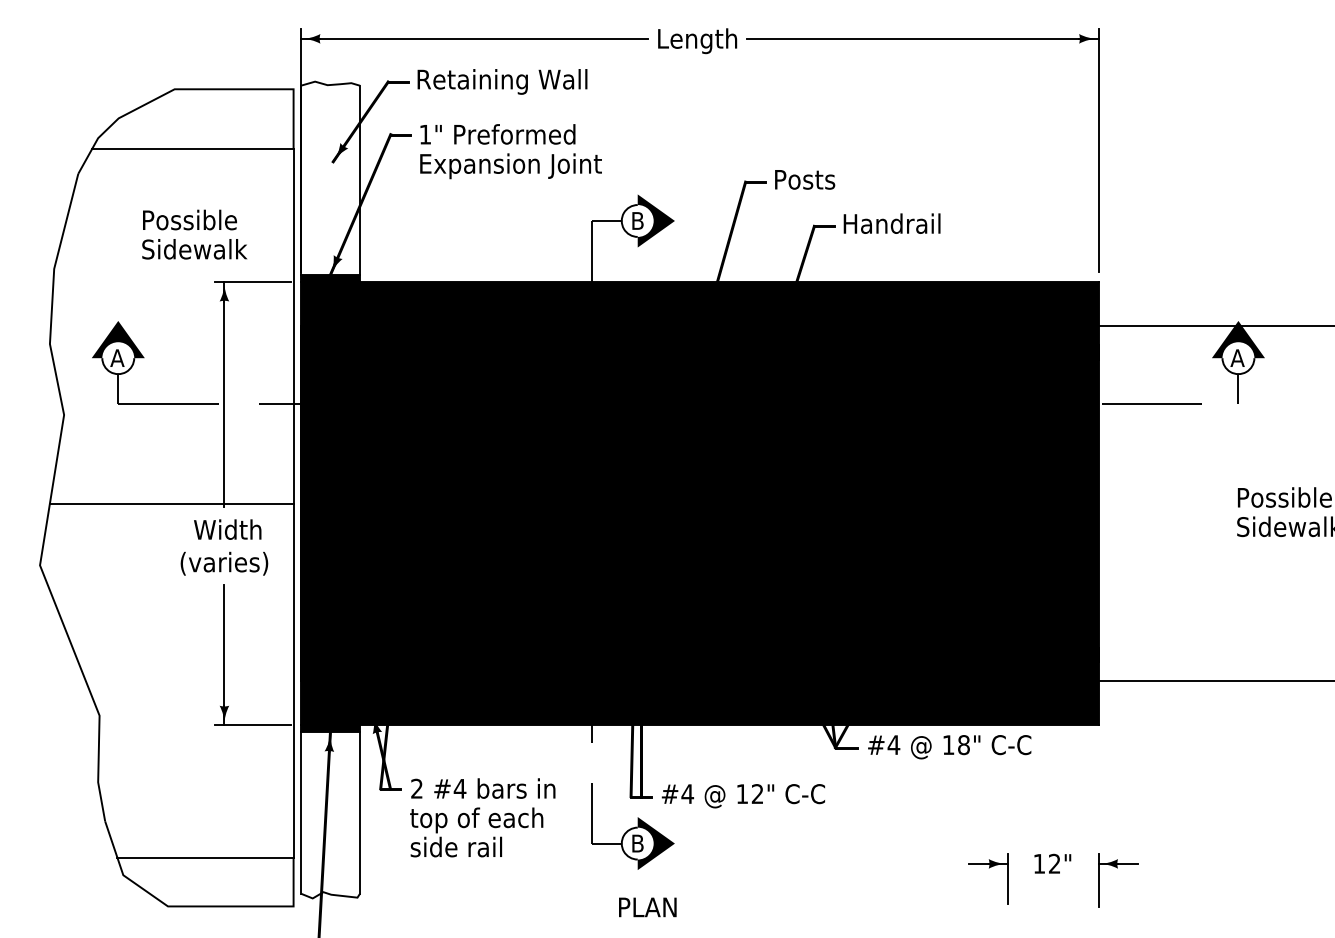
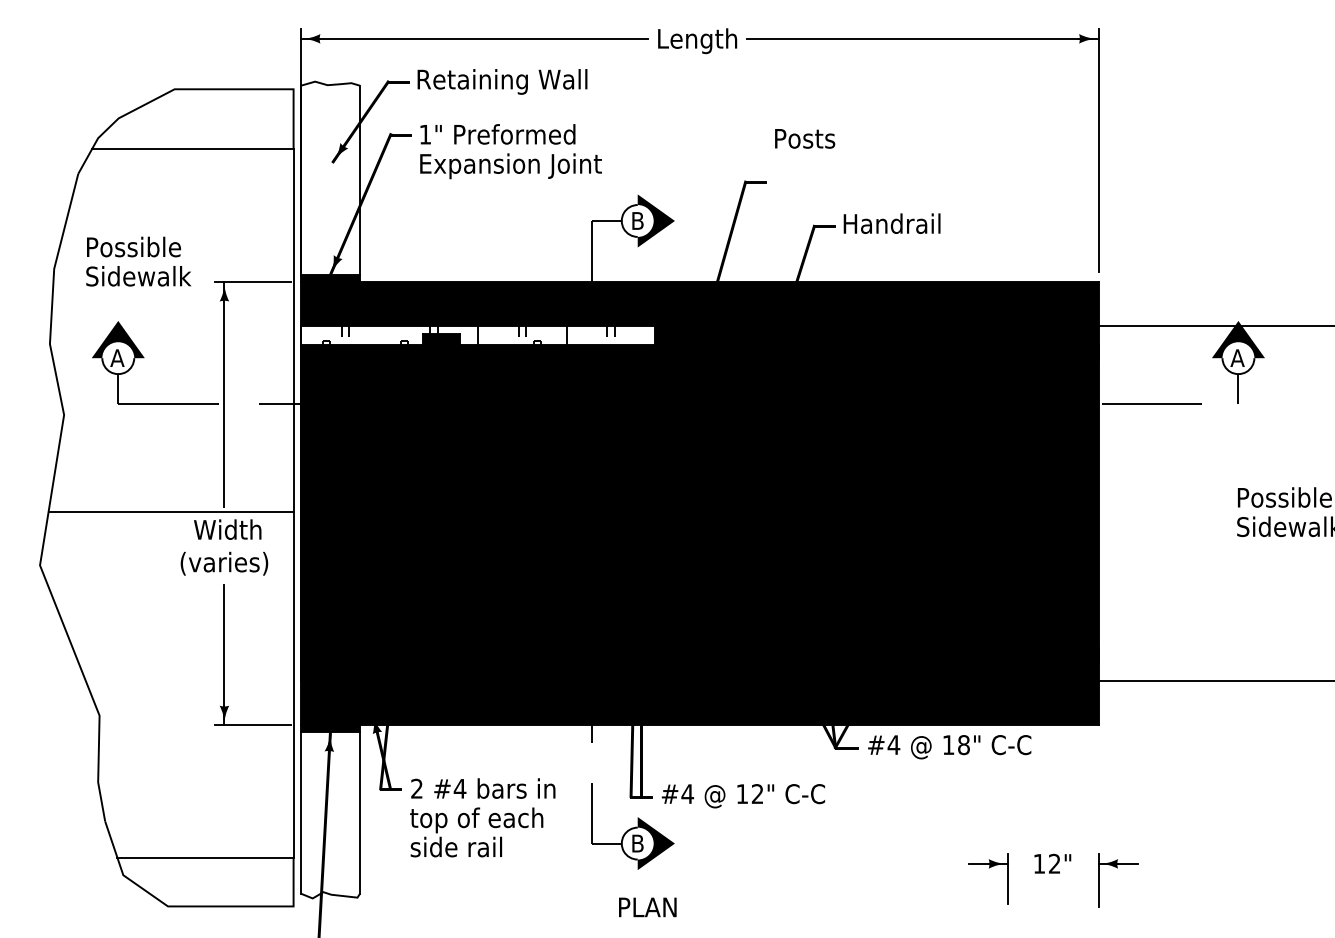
text at (805, 179) position: (805, 179) -> (805, 138)
text at (194, 234) position: (194, 234) -> (138, 261)
fill at (477, 335): present -> none
line at (171, 503) position: (171, 503) -> (171, 511)
